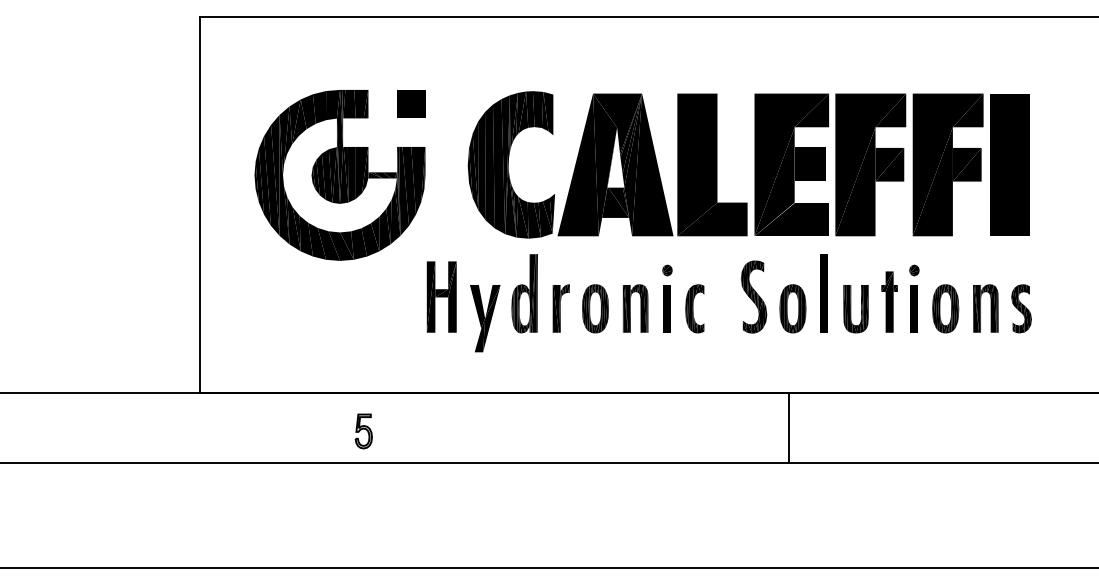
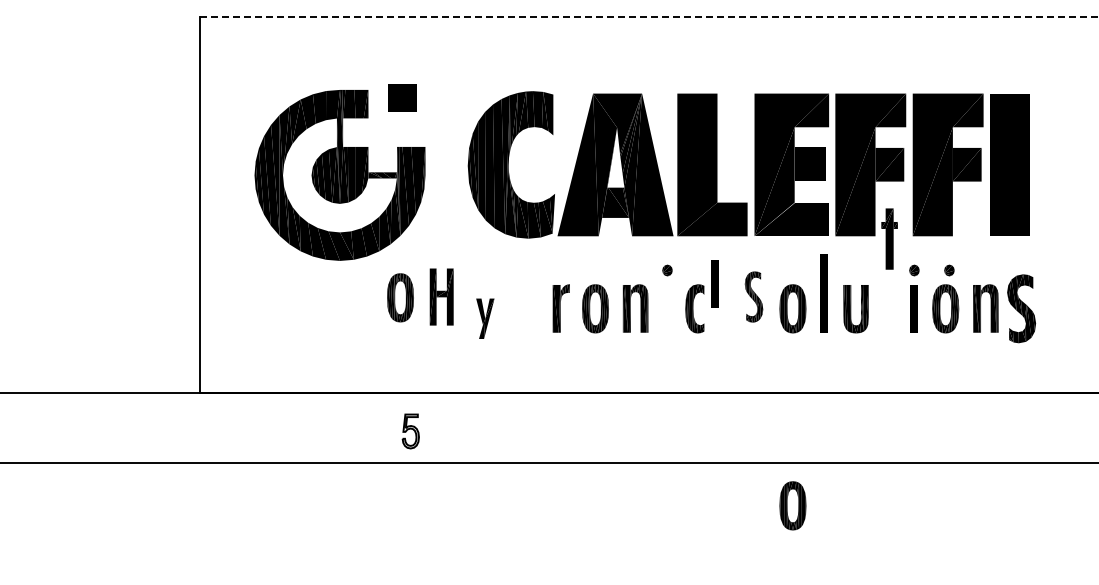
line at (649, 17): solid -> dashed
part at (411, 103) position: (411, 103) -> (402, 97)
part at (949, 270): none -> present
part at (524, 293): present -> none
part at (441, 296) size: 31x72 px -> 25x58 px
part at (753, 296) size: 28x74 px -> 20x52 px
part at (400, 297): none -> present
part at (889, 301) position: (889, 301) -> (889, 238)
part at (666, 308) position: (666, 308) -> (714, 283)
part at (1021, 308) size: 21x50 px -> 30x70 px
part at (485, 318) size: 31x68 px -> 19x41 px
line at (789, 427): present -> none
part at (363, 431) position: (363, 431) -> (410, 431)
part at (792, 505): none -> present
line at (548, 567): present -> none
